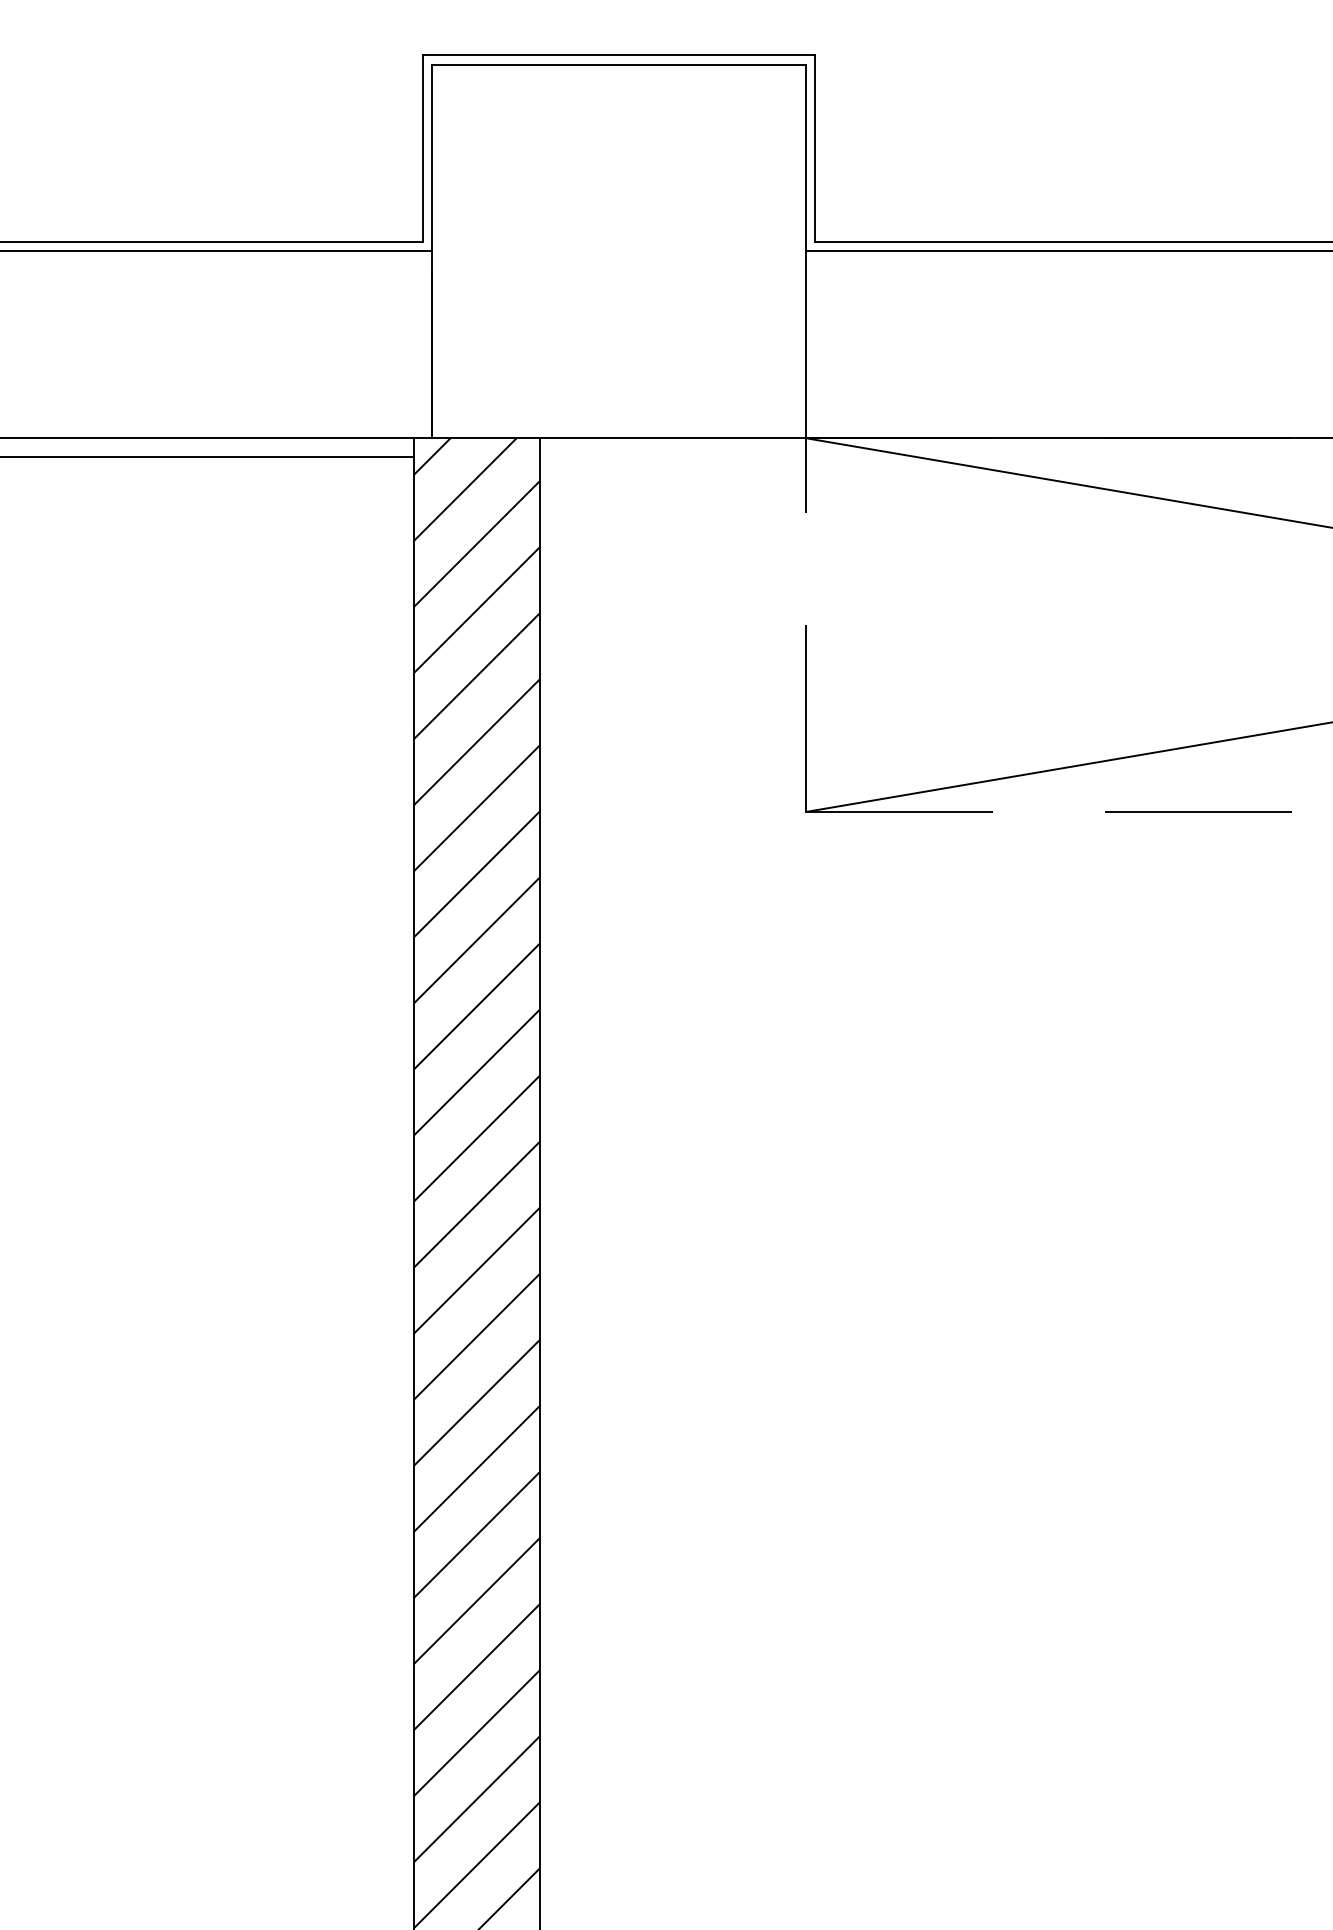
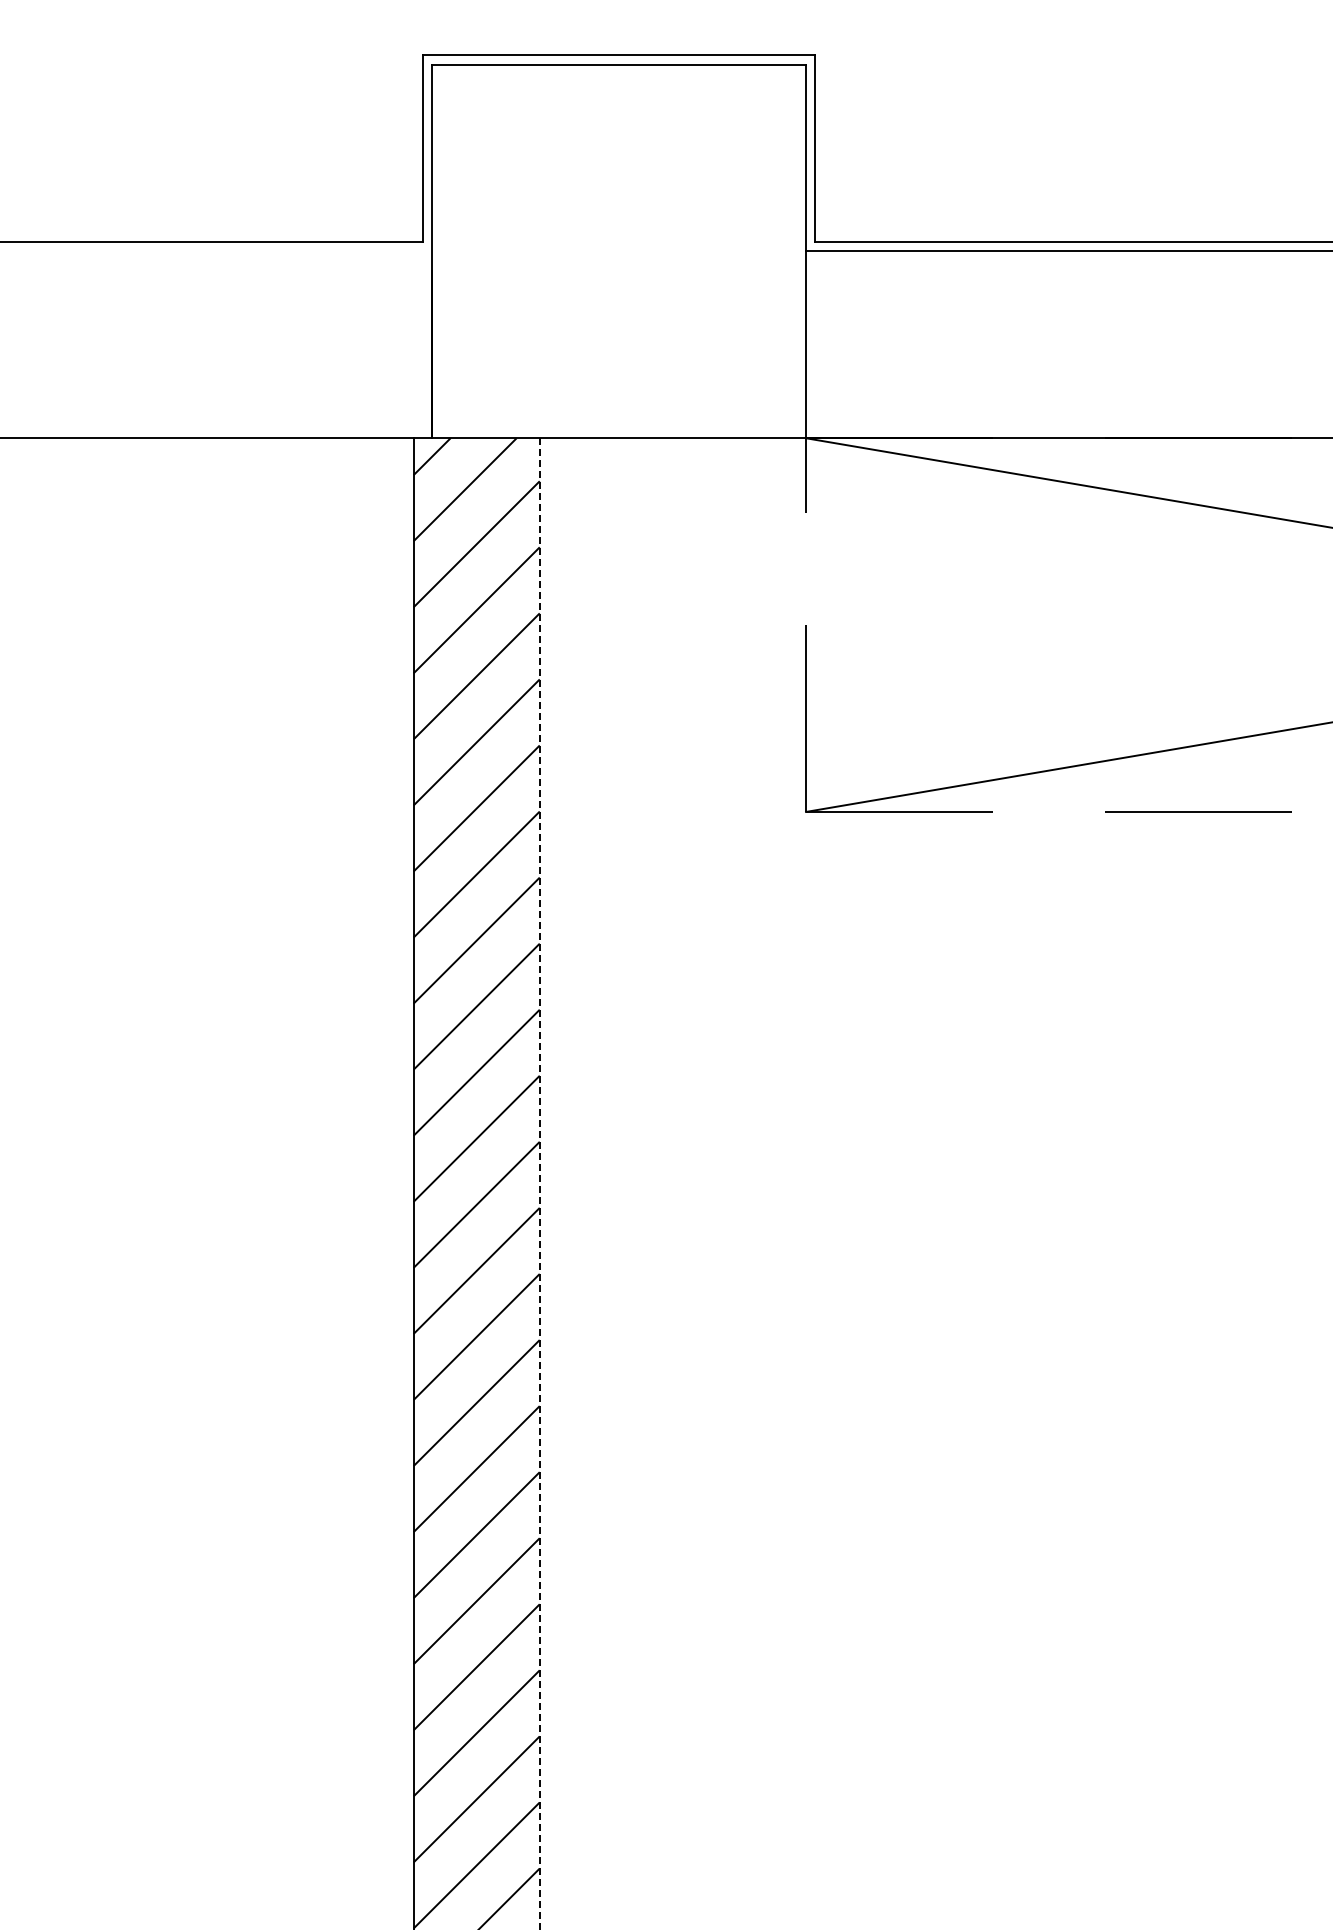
line at (217, 251): present -> none
line at (207, 456): present -> none
line at (539, 1184): solid -> dashed
